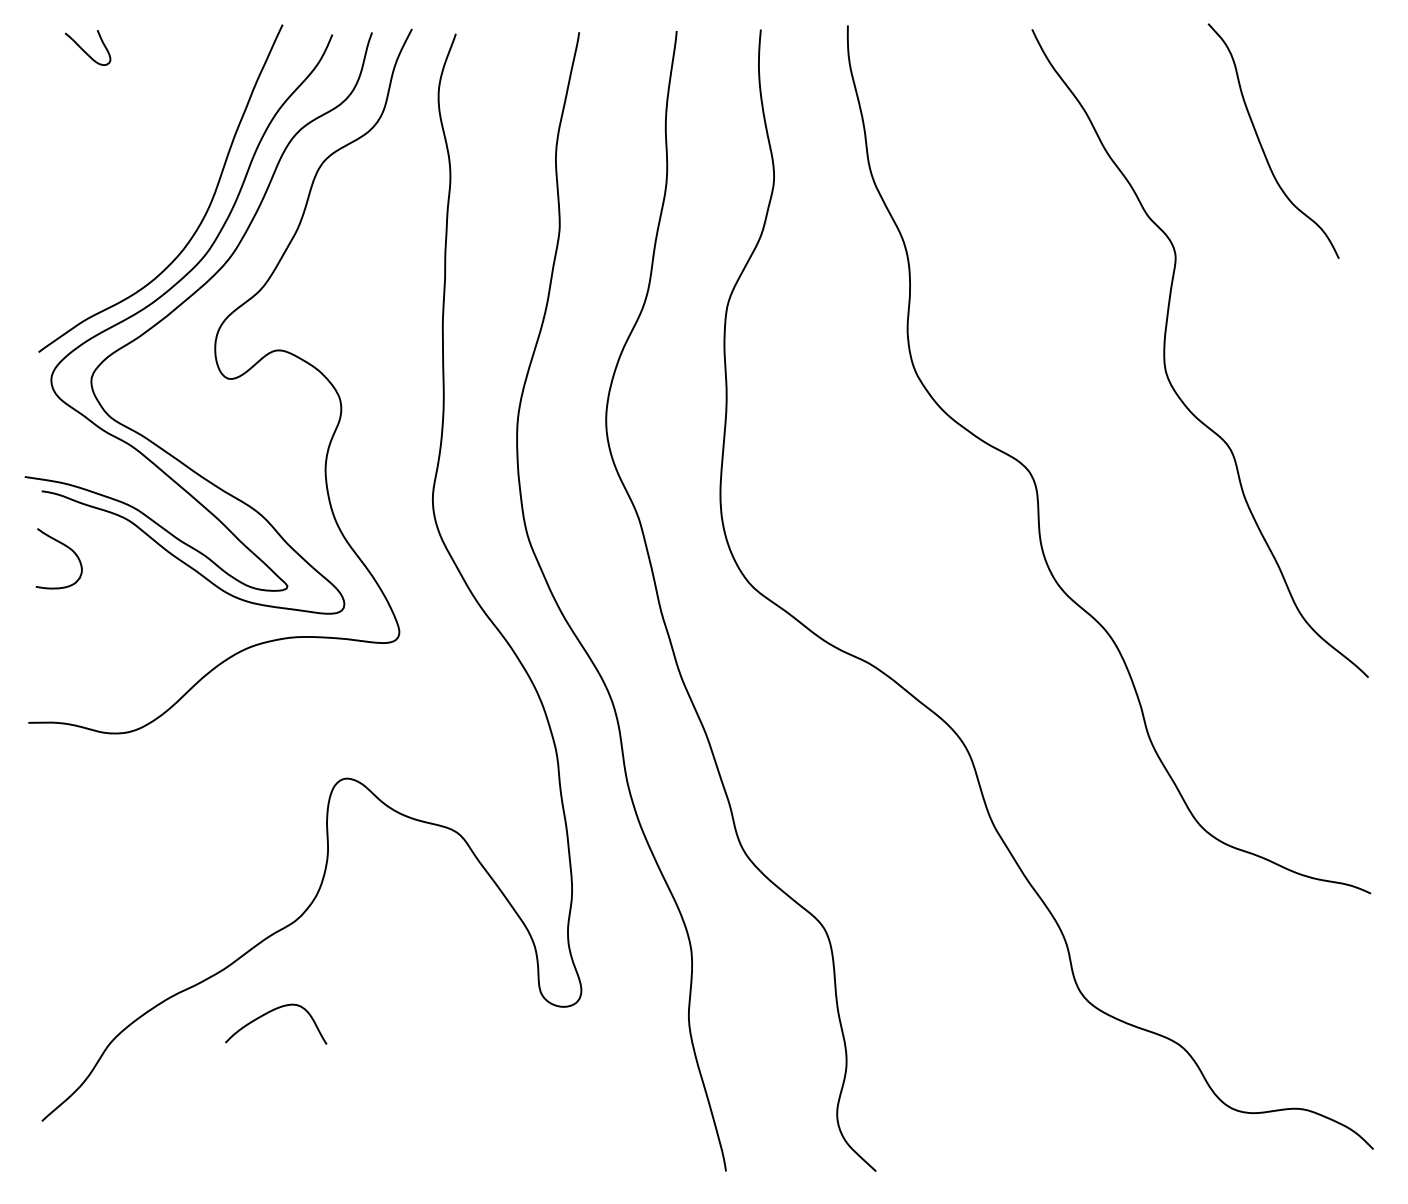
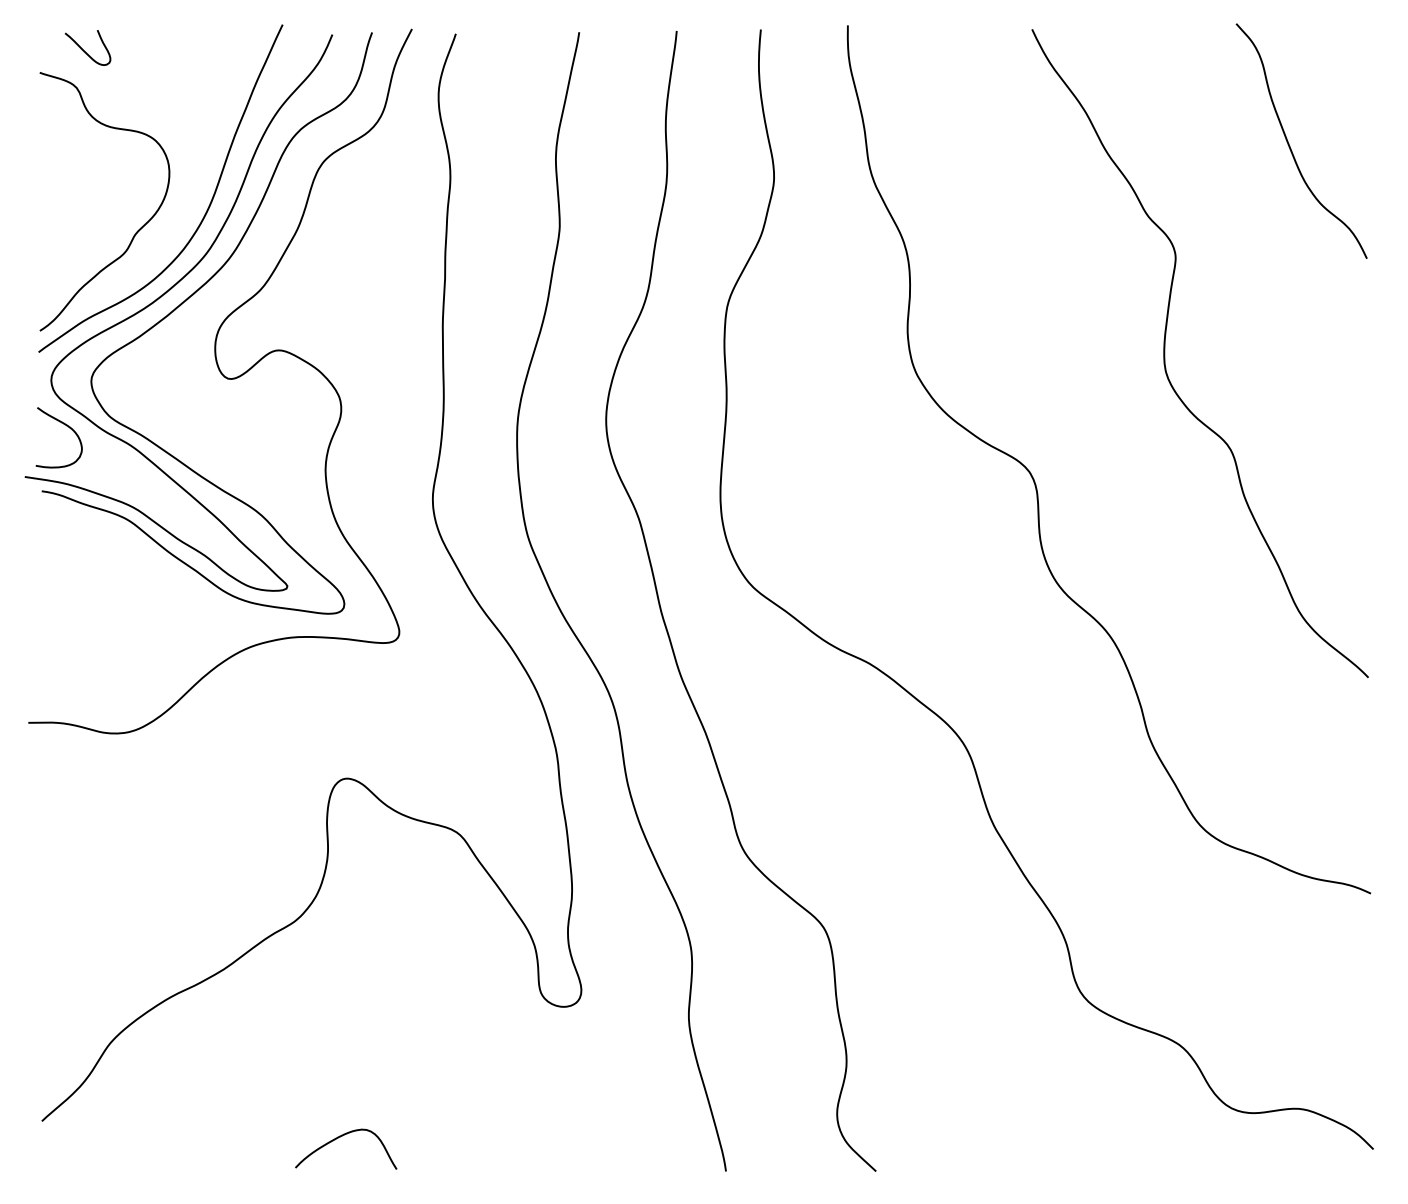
curve at (1261, 143) position: (1261, 143) -> (1289, 143)
curve at (135, 232): none -> present
curve at (66, 547) position: (66, 547) -> (66, 426)
curve at (270, 1012) position: (270, 1012) -> (340, 1137)
